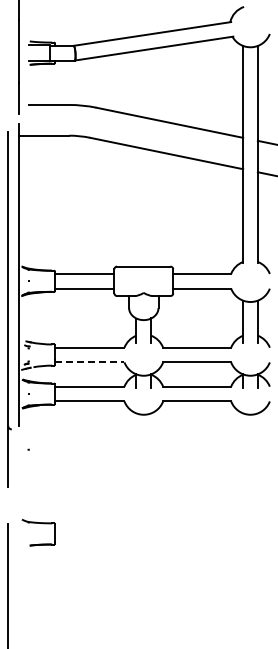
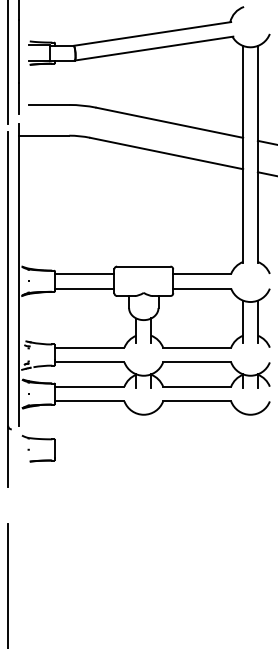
line at (8, 63): none -> present
line at (89, 362): dashed -> solid
part at (42, 524) position: (42, 524) -> (42, 440)
